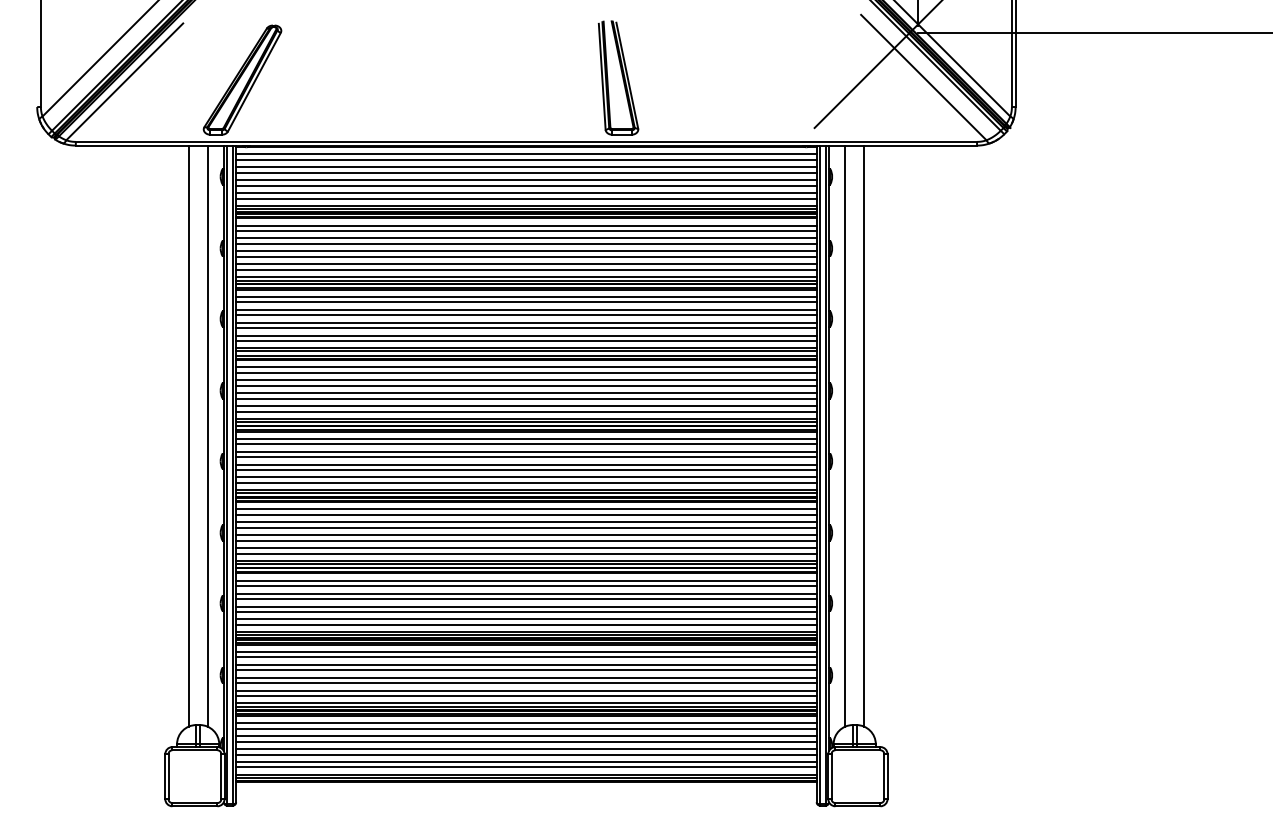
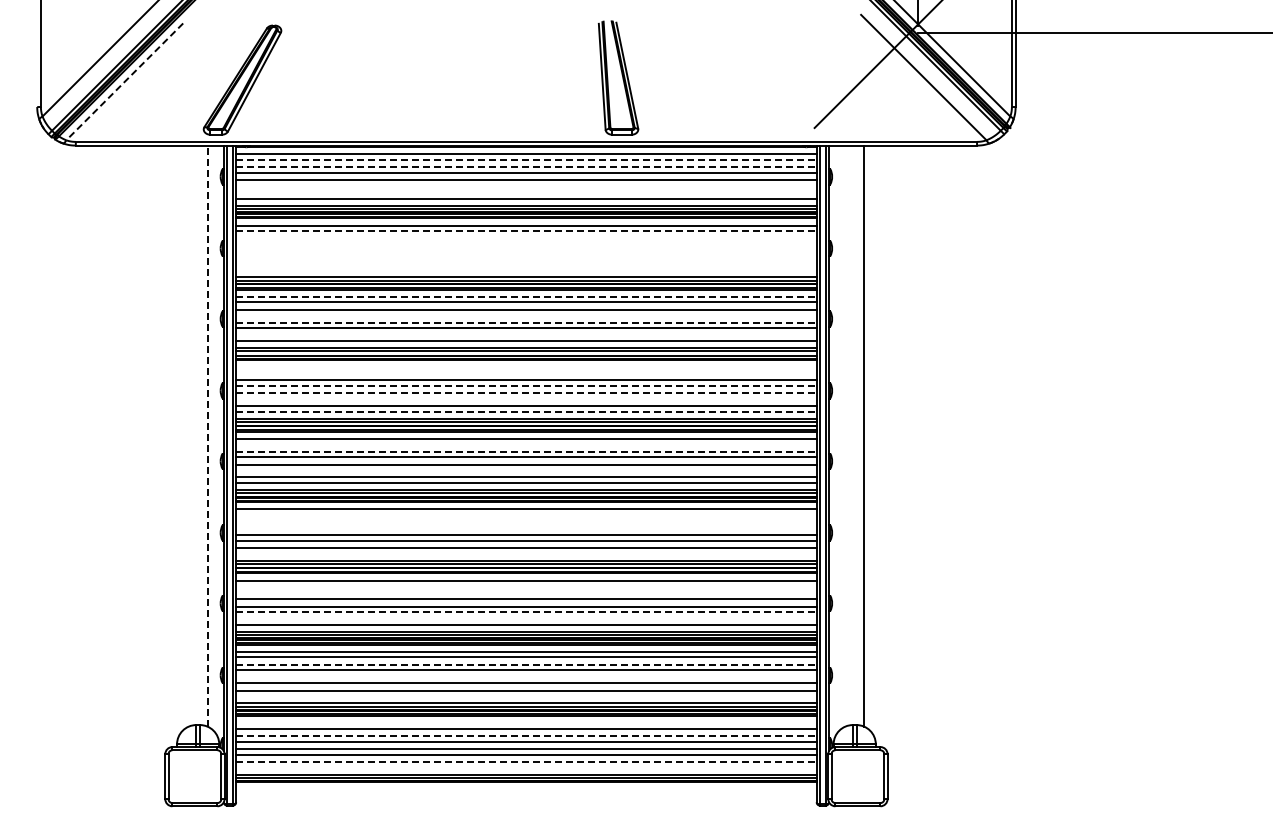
line at (124, 81): solid -> dashed
line at (526, 159): solid -> dashed
line at (526, 167): solid -> dashed
line at (526, 185): present -> none
line at (526, 193): present -> none
line at (526, 231): solid -> dashed
line at (526, 238): present -> none
line at (526, 243): present -> none
line at (526, 251): present -> none
line at (526, 256): present -> none
line at (526, 264): present -> none
line at (526, 269): present -> none
line at (526, 296): solid -> dashed
line at (526, 315): present -> none
line at (526, 322): solid -> dashed
line at (526, 335): present -> none
line at (526, 367): present -> none
line at (526, 373): present -> none
line at (526, 385): solid -> dashed
line at (526, 393): solid -> dashed
line at (526, 398): present -> none
line at (526, 411): solid -> dashed
line at (188, 435): present -> none
line at (845, 435): present -> none
line at (207, 436): solid -> dashed
line at (526, 444): present -> none
line at (526, 451): solid -> dashed
line at (526, 470): present -> none
line at (526, 514): present -> none
line at (526, 522): present -> none
line at (526, 527): present -> none
line at (526, 553): present -> none
line at (526, 586): present -> none
line at (526, 593): present -> none
line at (526, 612): solid -> dashed
line at (526, 619): present -> none
line at (526, 664): solid -> dashed
line at (526, 677): present -> none
line at (526, 696): present -> none
line at (526, 723): present -> none
line at (526, 736): solid -> dashed
line at (526, 761): solid -> dashed
line at (526, 767): present -> none
